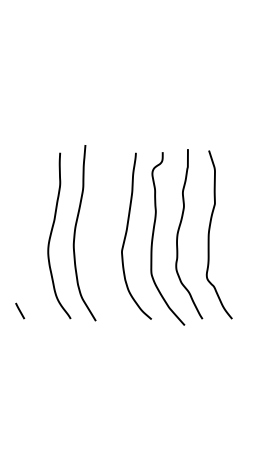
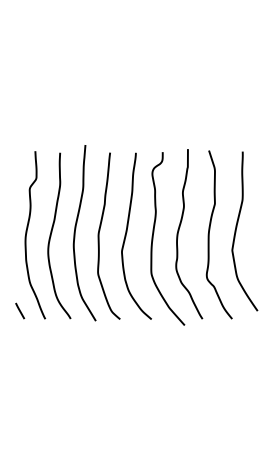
curve at (236, 231): none -> present
curve at (27, 233): none -> present
curve at (99, 235): none -> present
